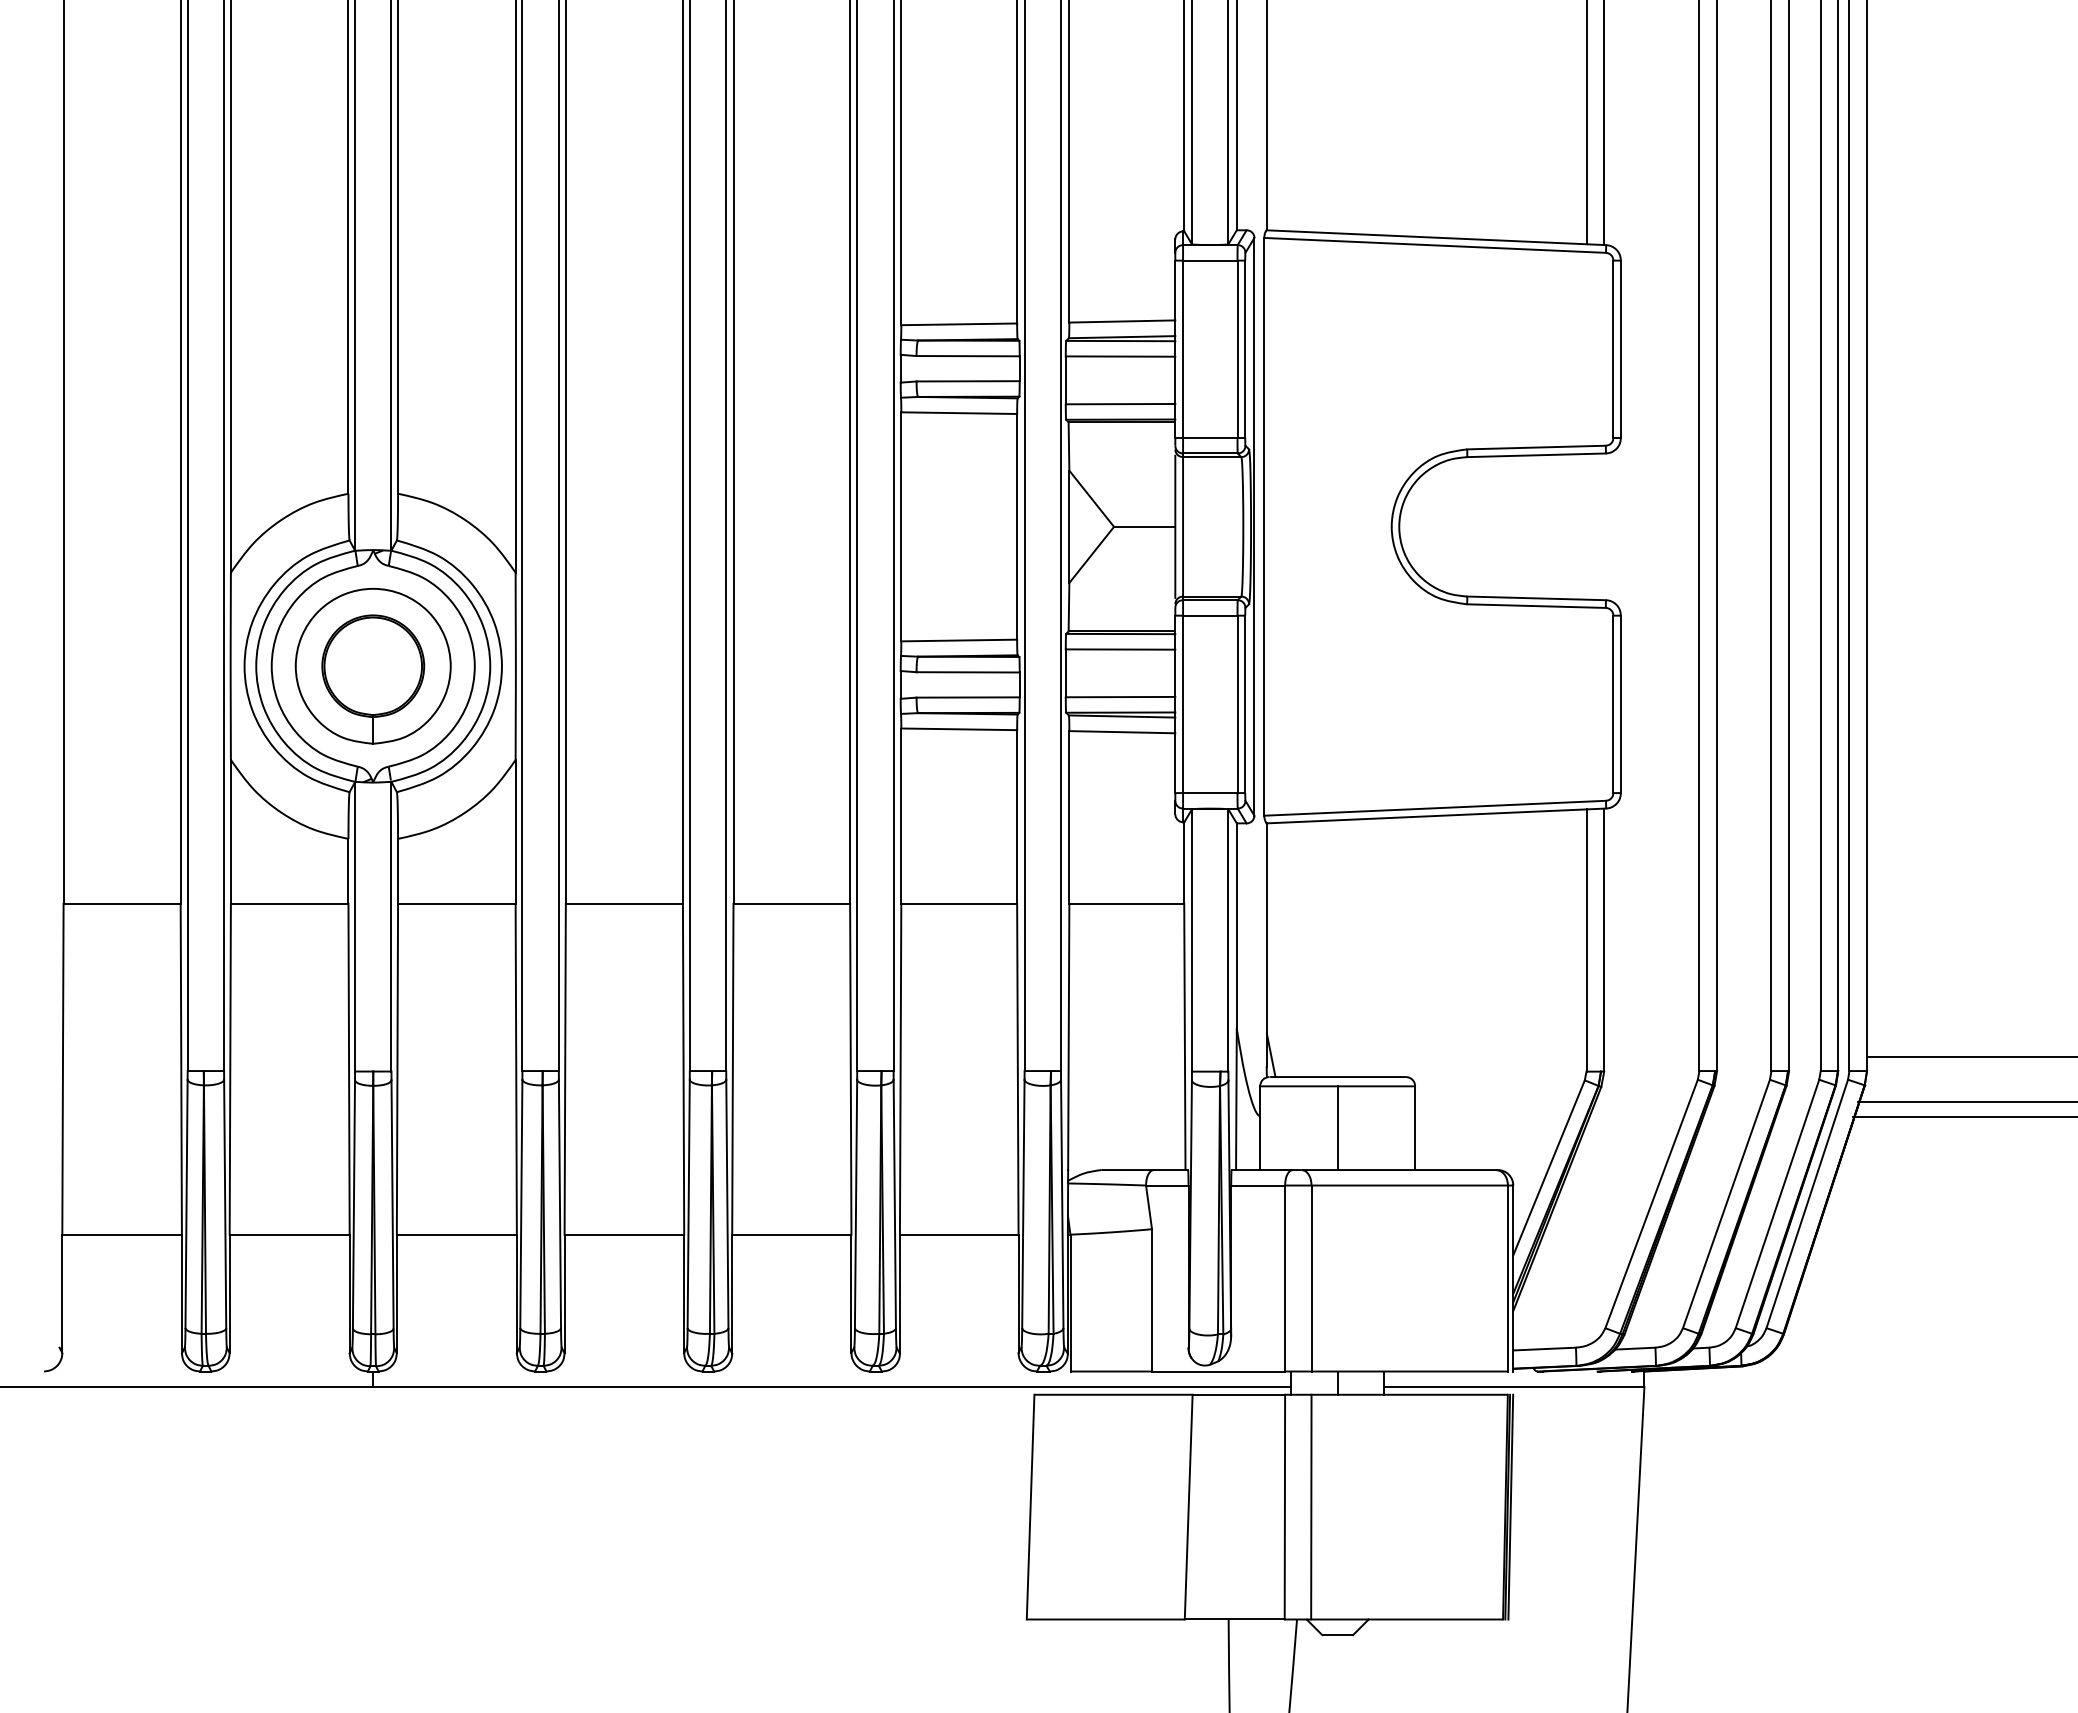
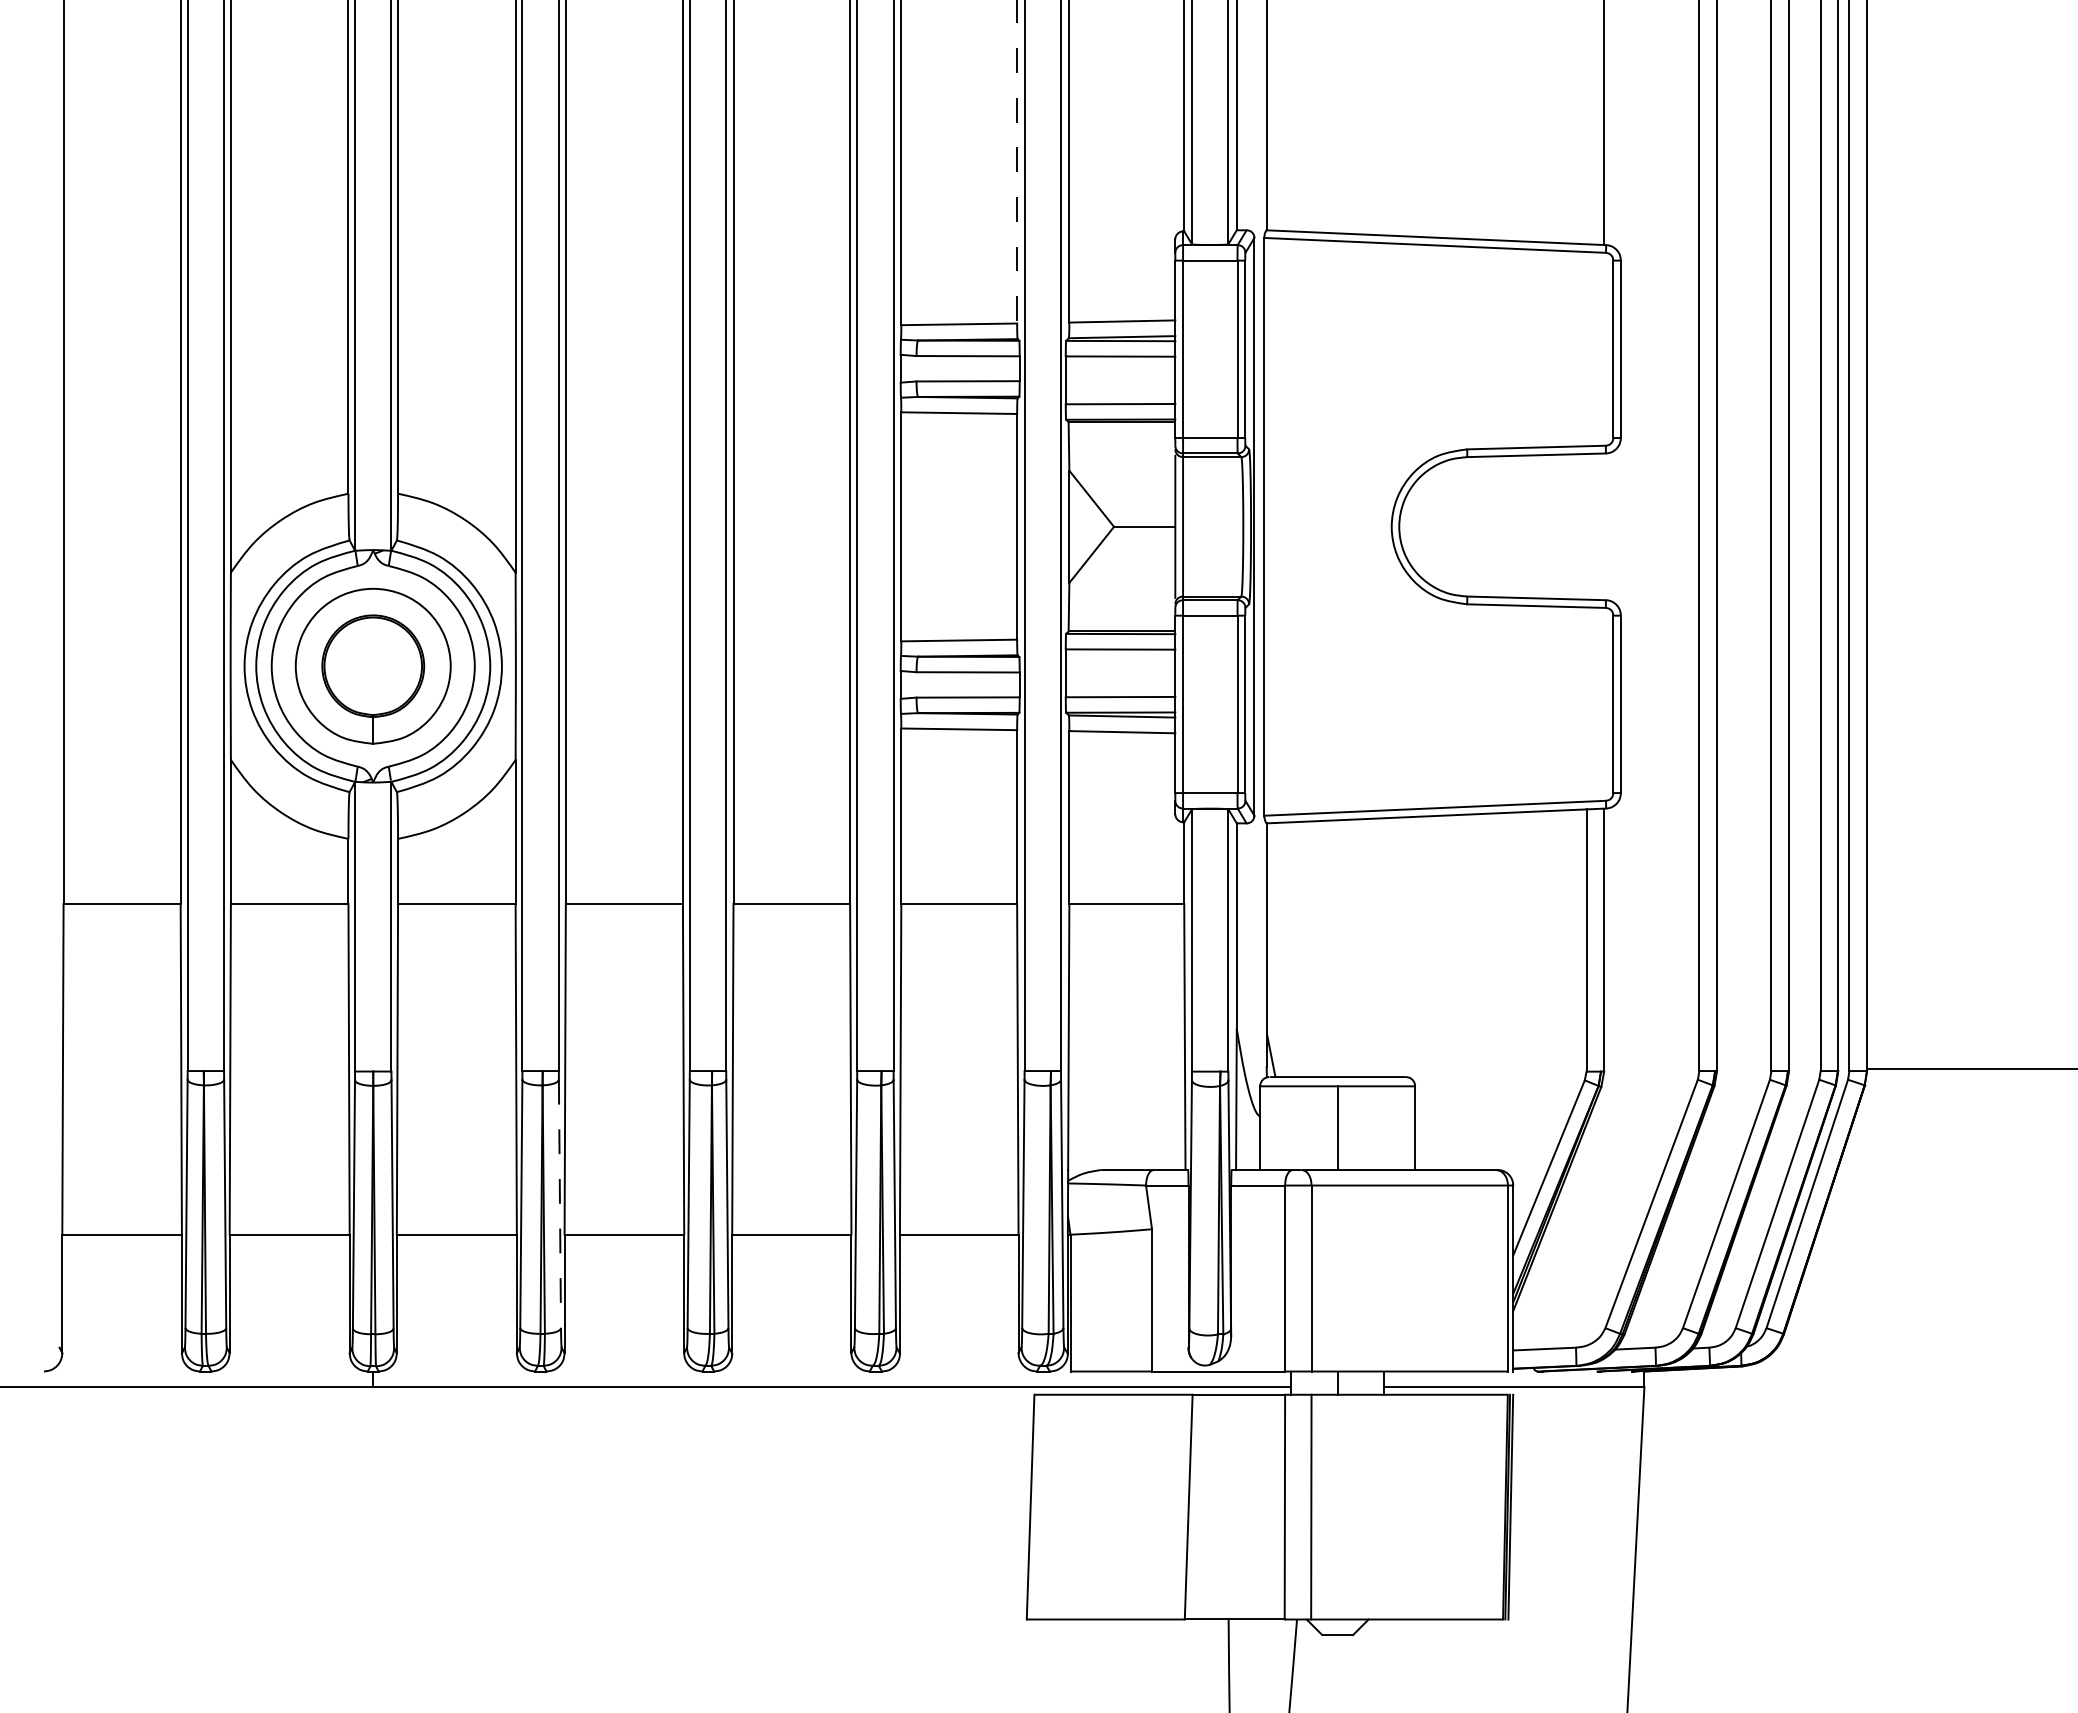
line at (1586, 123): present -> none
line at (1017, 162): solid -> dashed
line at (1970, 1057) position: (1970, 1057) -> (1970, 1069)
line at (1966, 1102): present -> none
line at (1963, 1117): present -> none
line at (559, 1204): solid -> dashed
